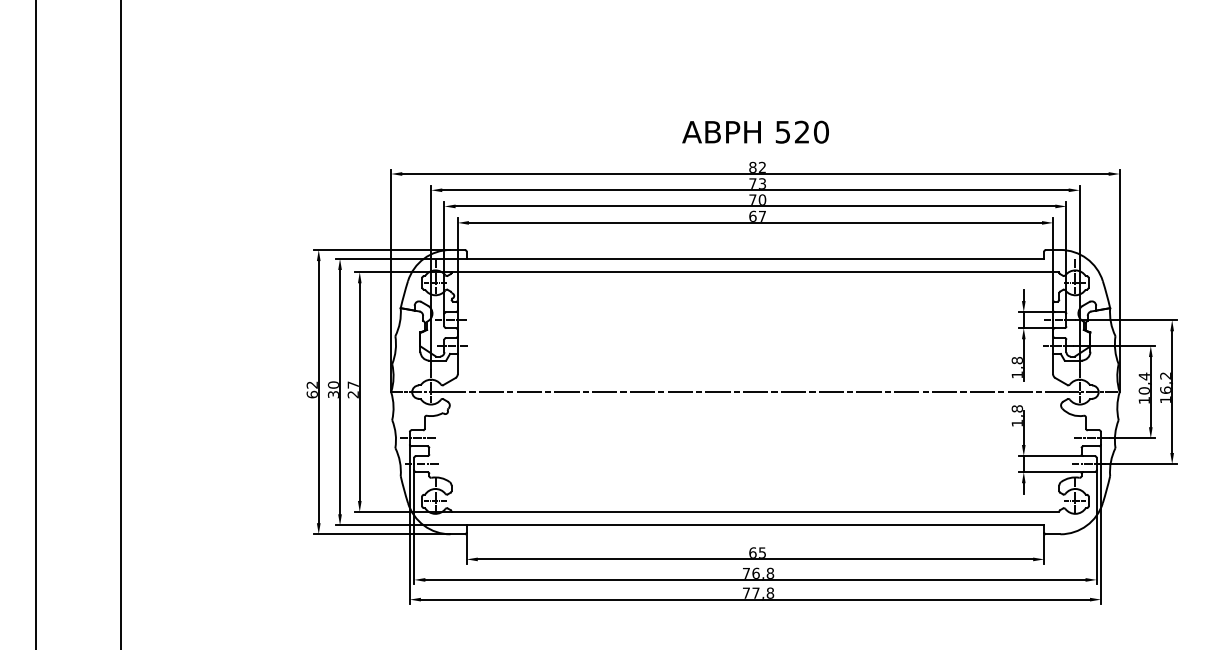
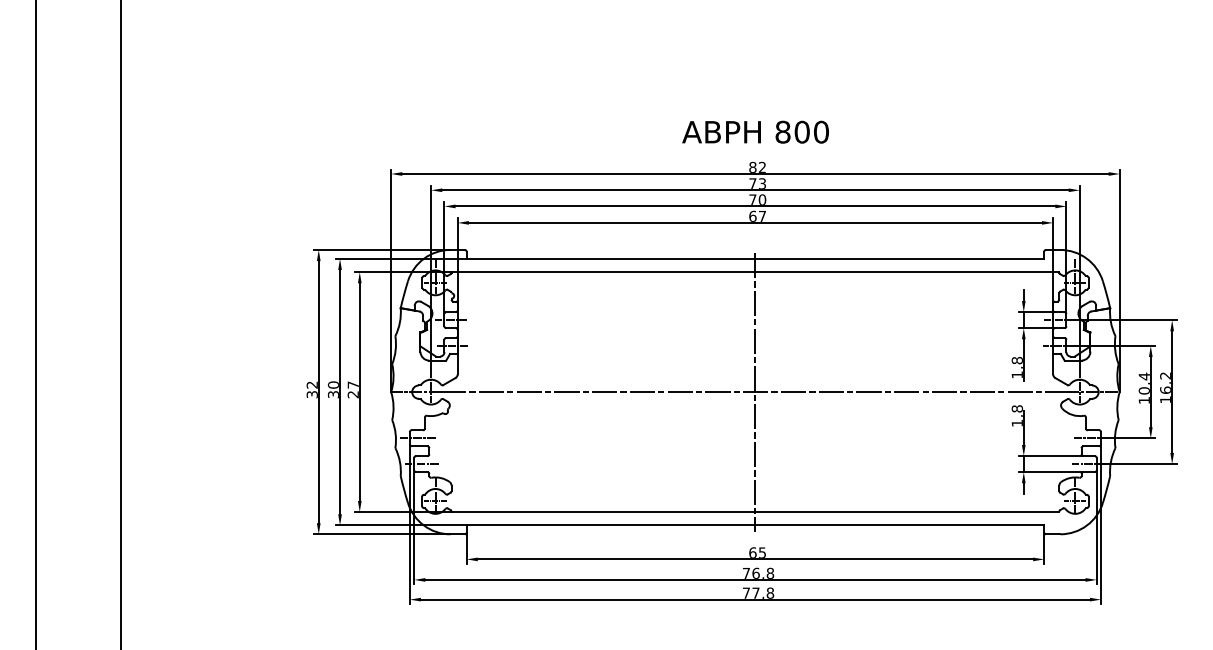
text at (792, 131): 520 -> 800
line at (755, 392): none -> present
text at (311, 394): 62 -> 32
